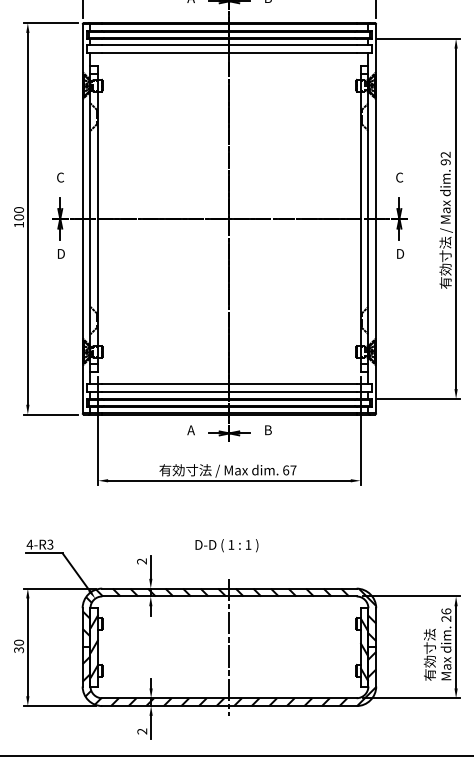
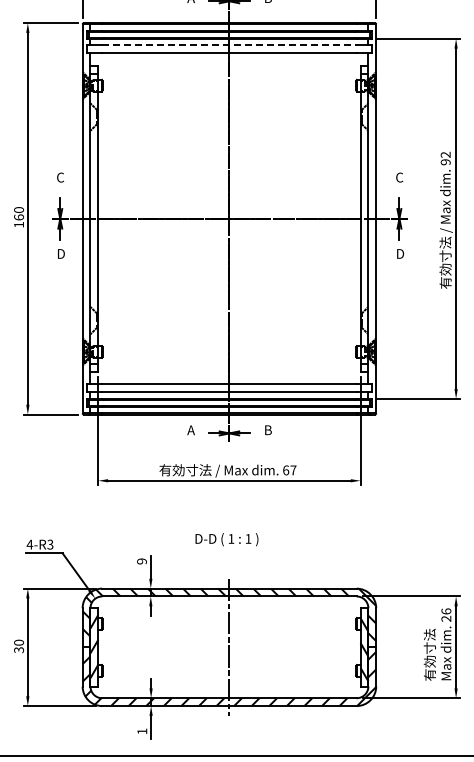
line at (229, 45): solid -> dashed
text at (18, 217): 100 -> 160
text at (226, 545) position: (226, 545) -> (226, 539)
text at (141, 561): 2 -> 9
text at (142, 731): 2 -> 1
